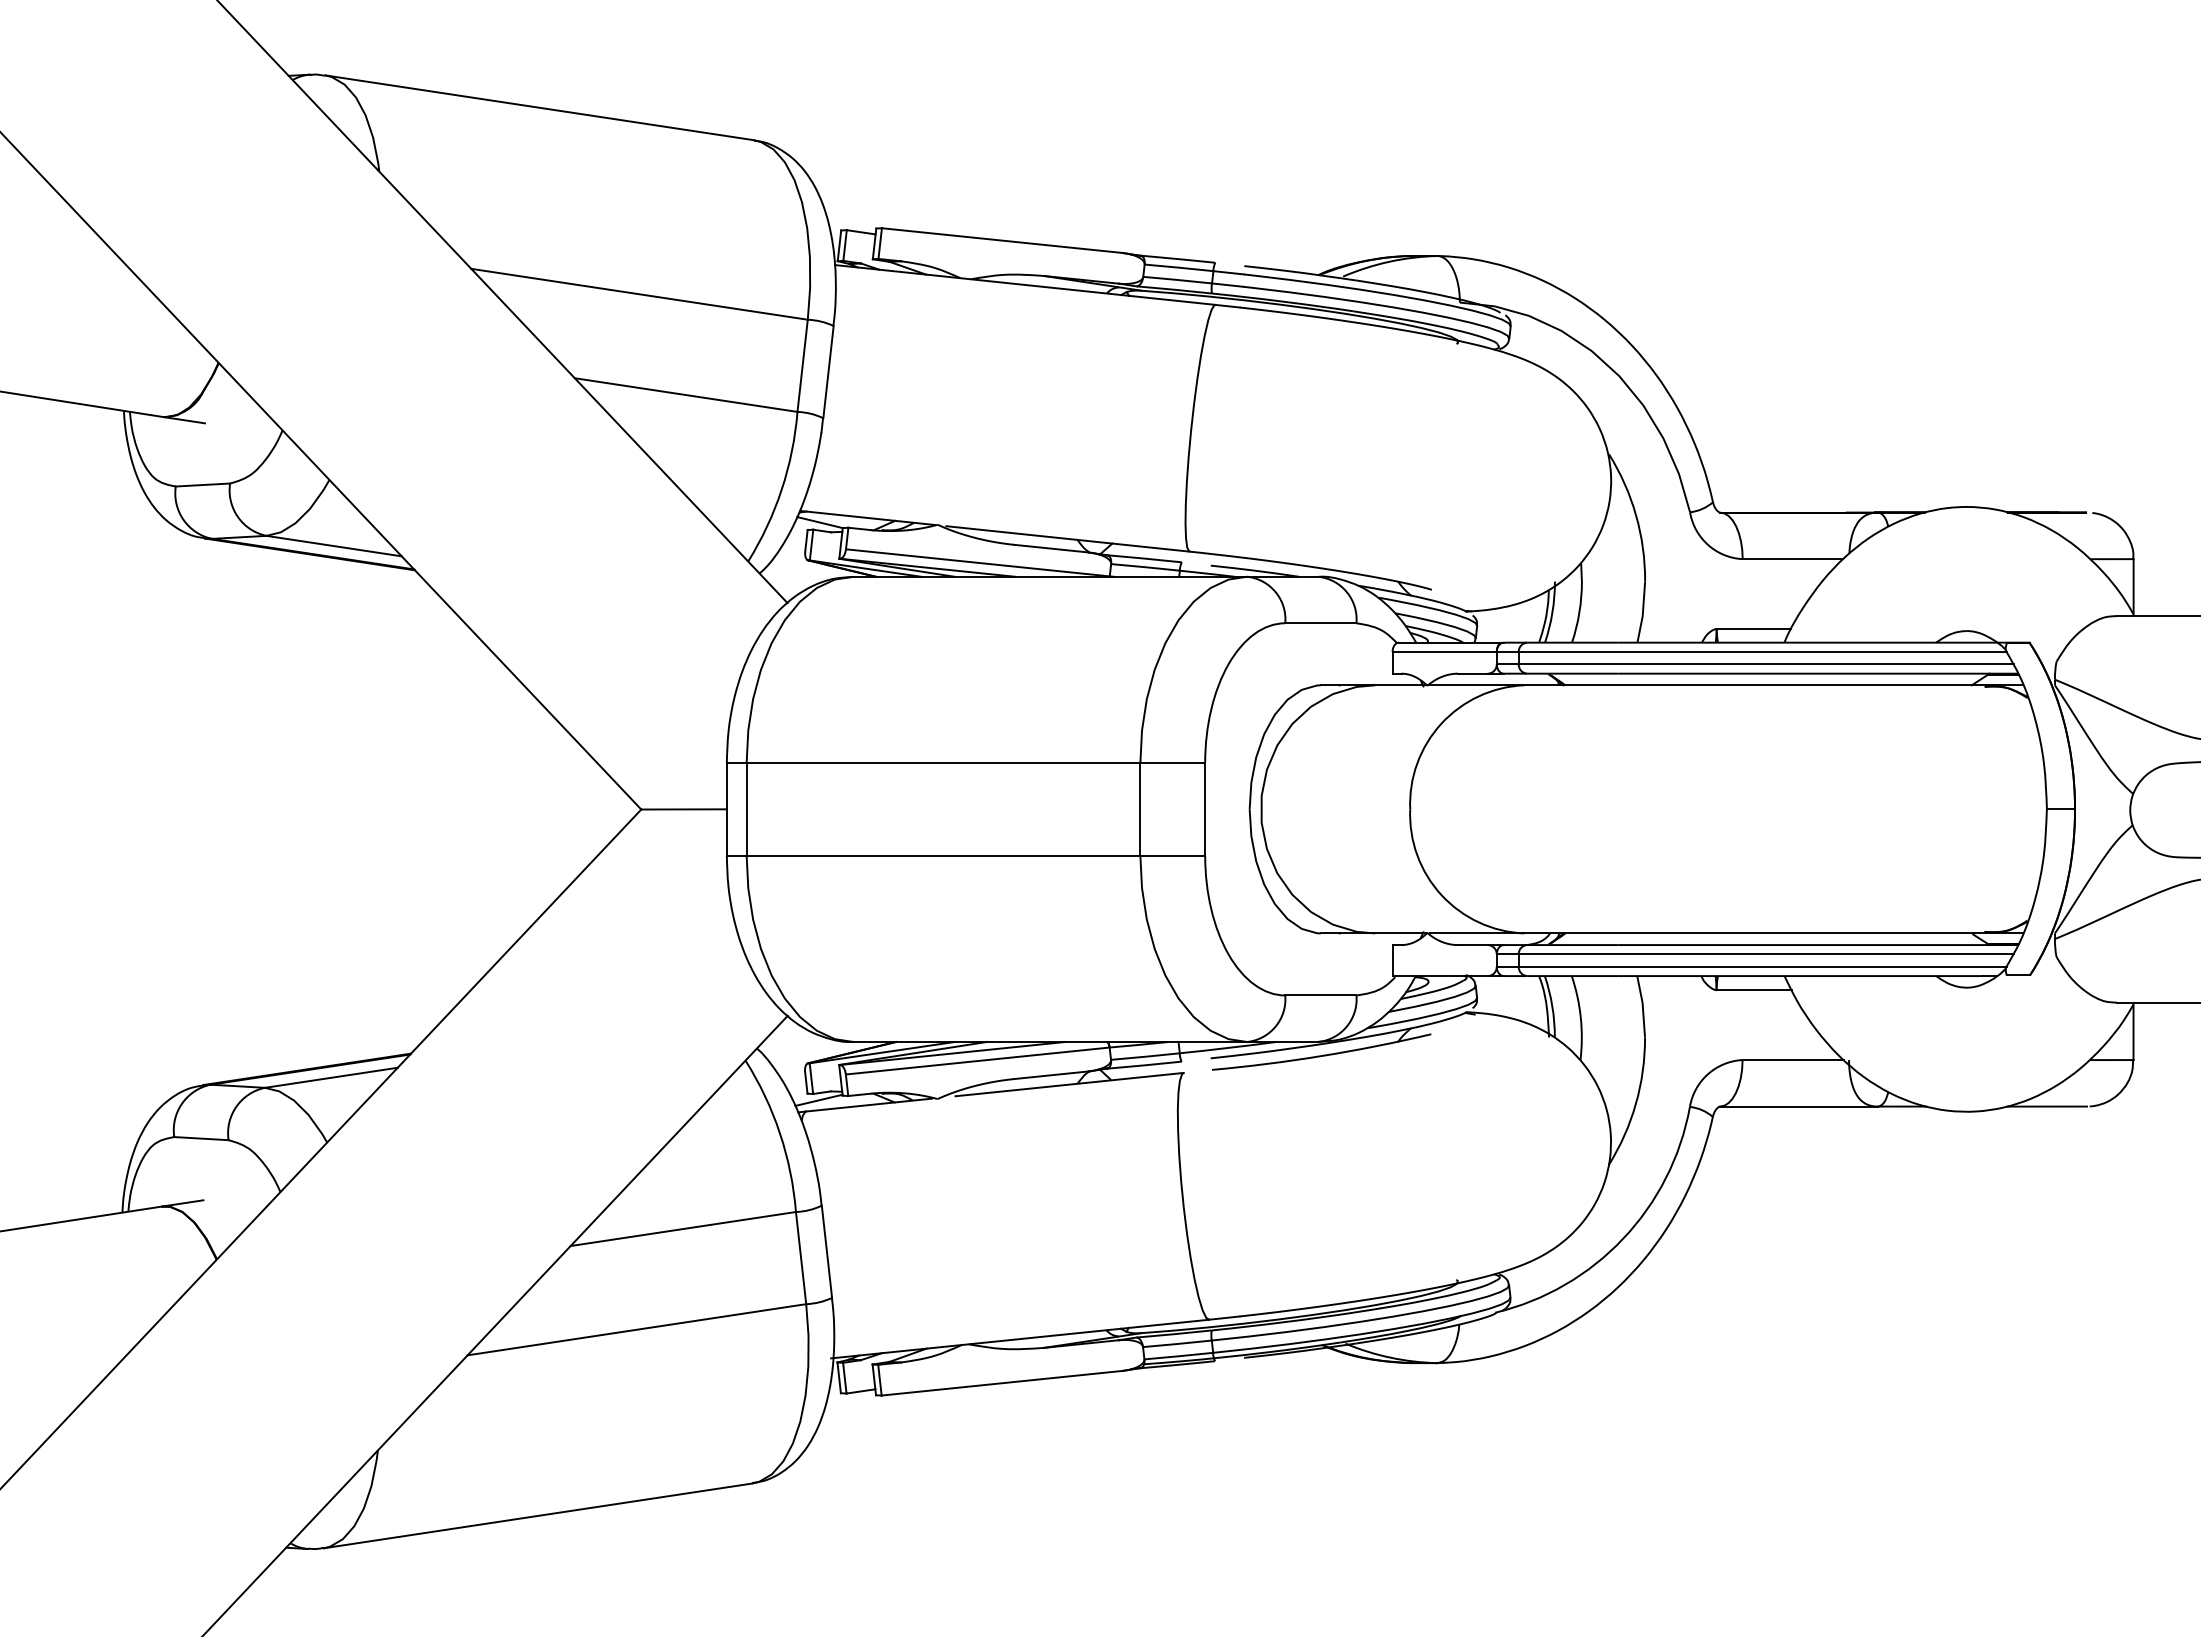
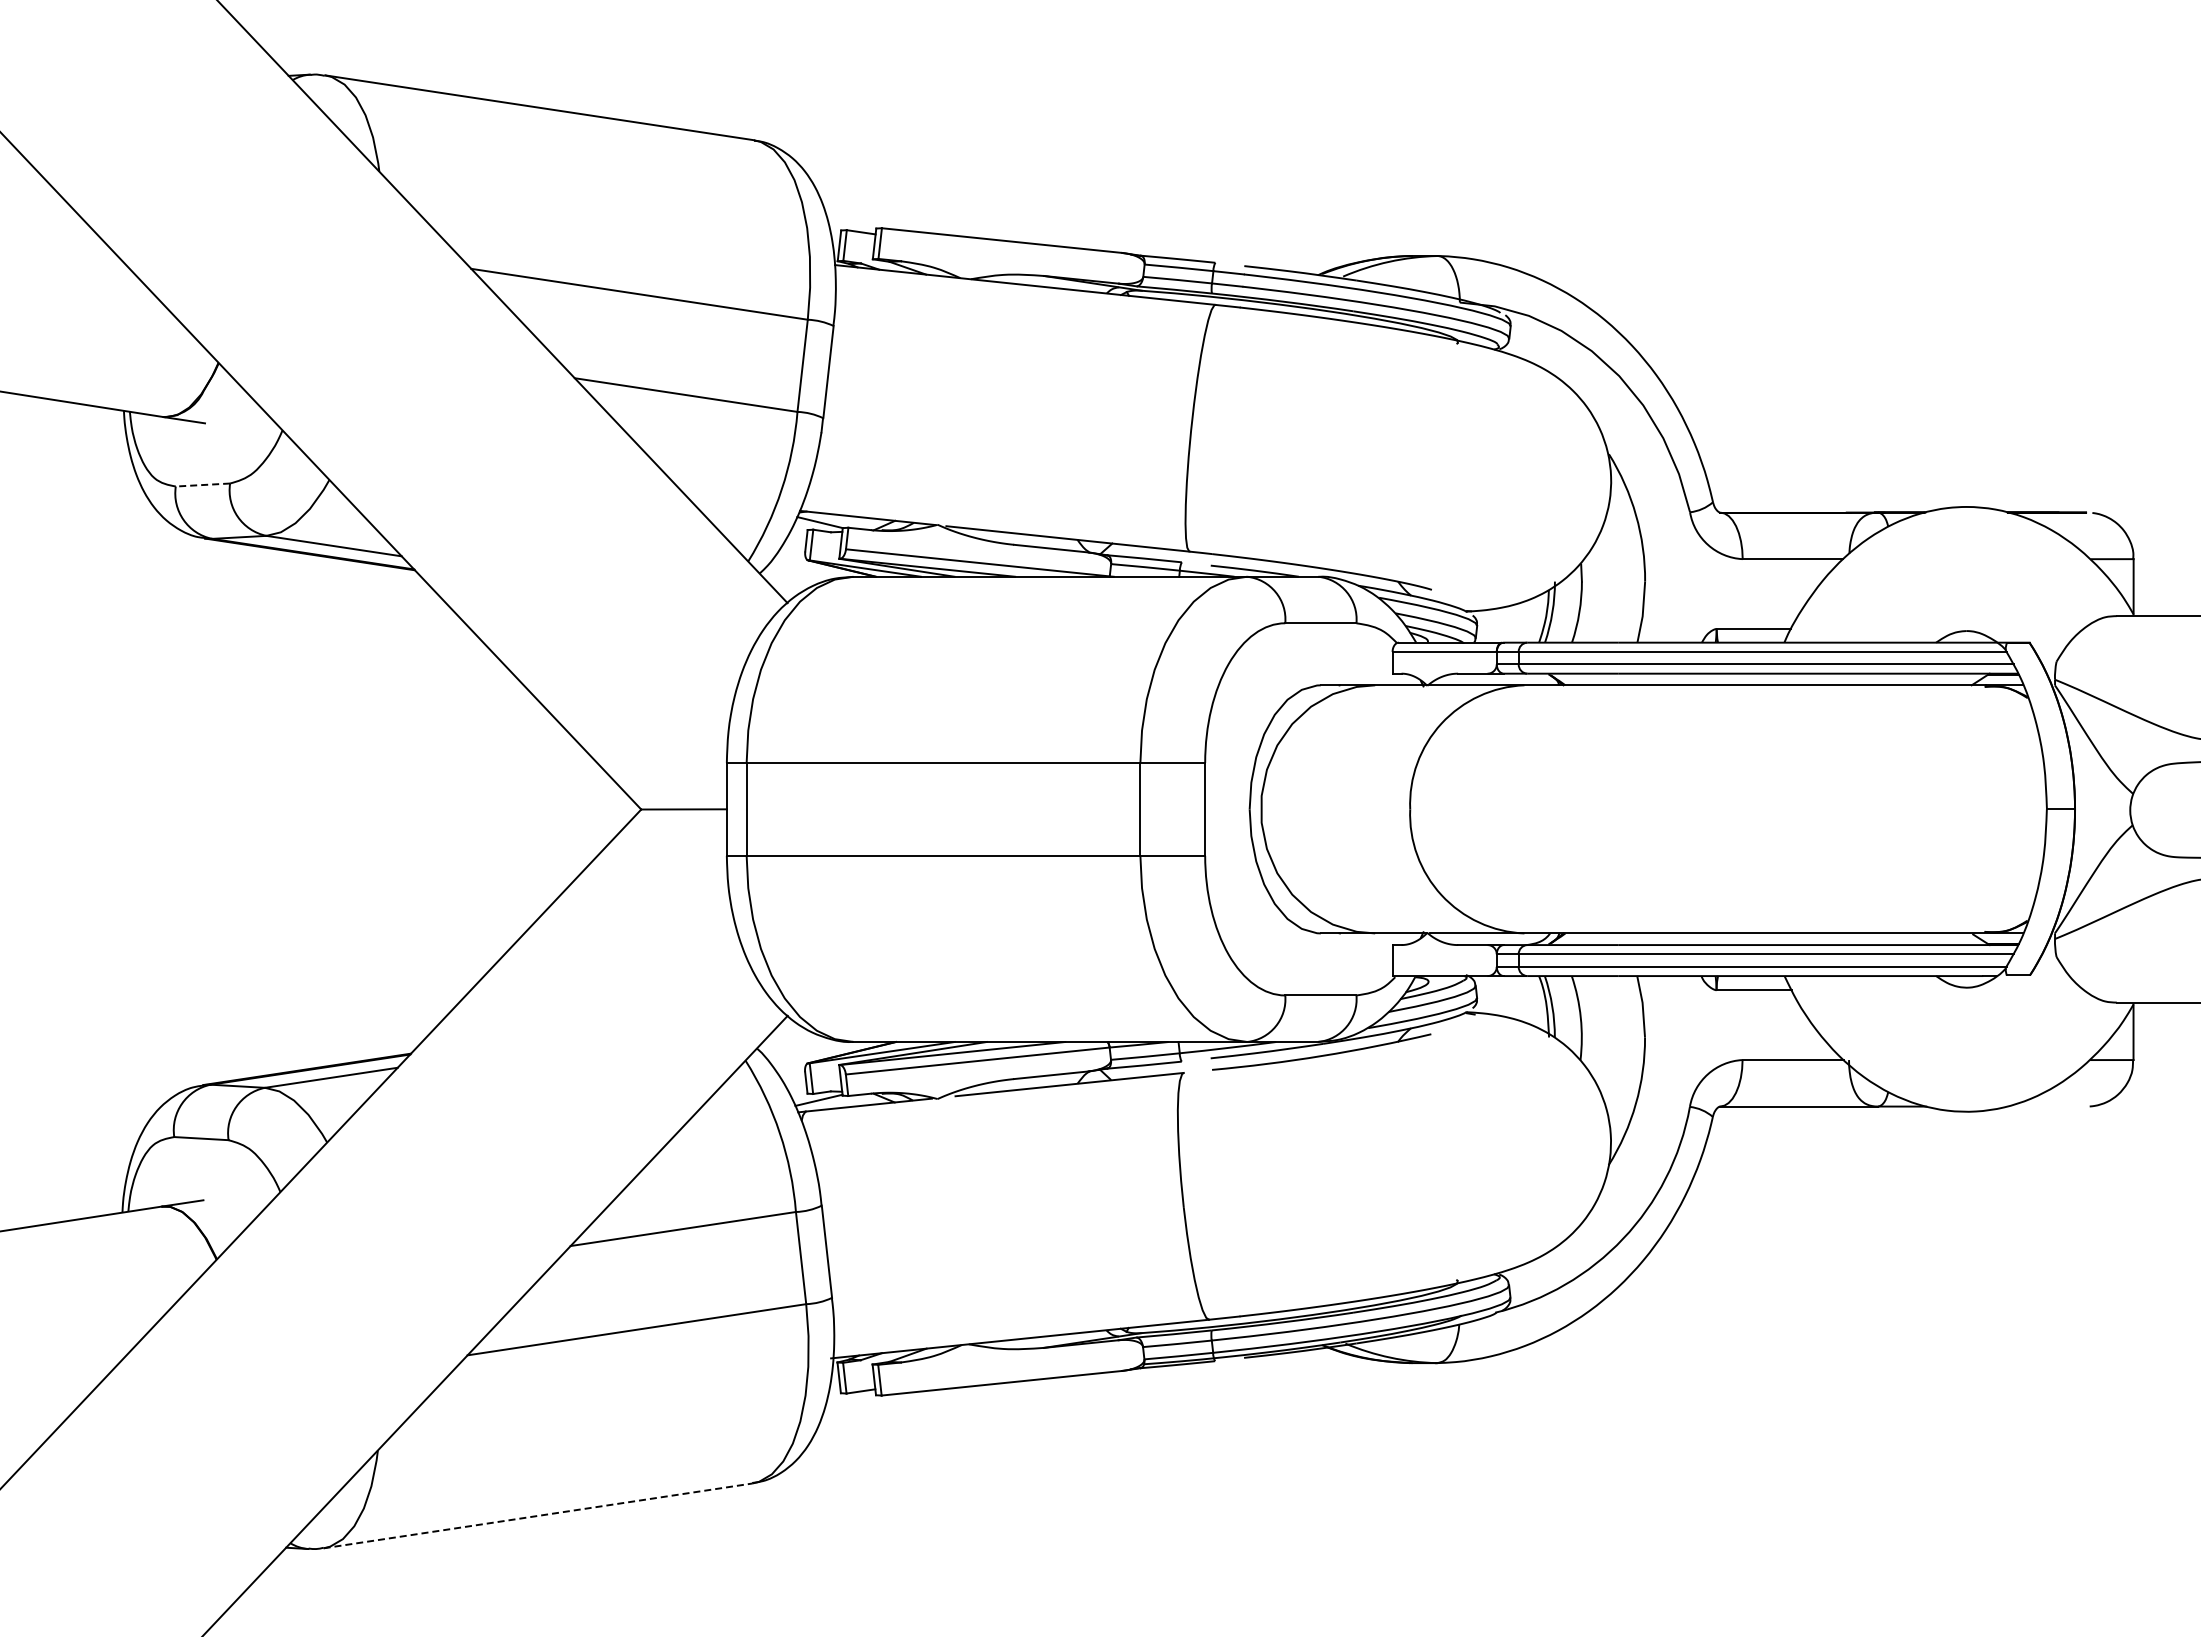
line at (202, 485): solid -> dashed
line at (2046, 1106): present -> none
line at (538, 1515): solid -> dashed
